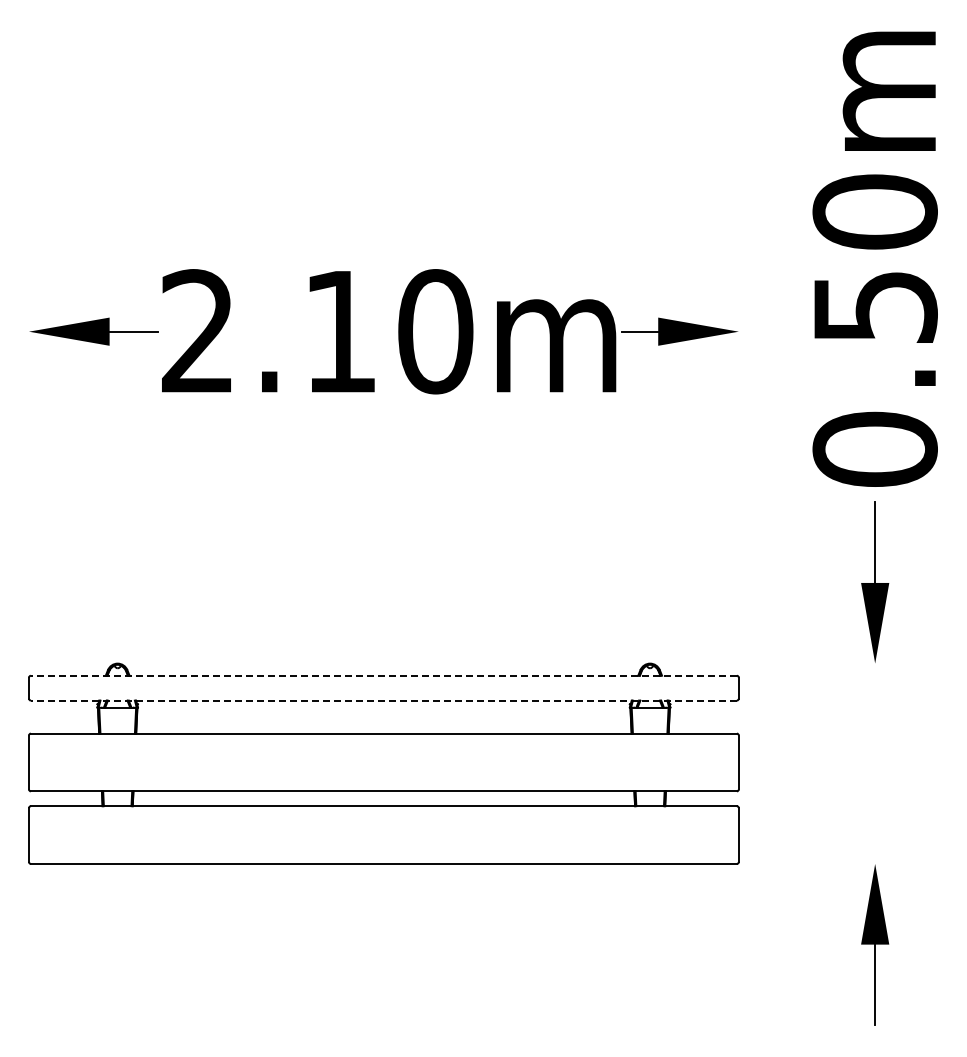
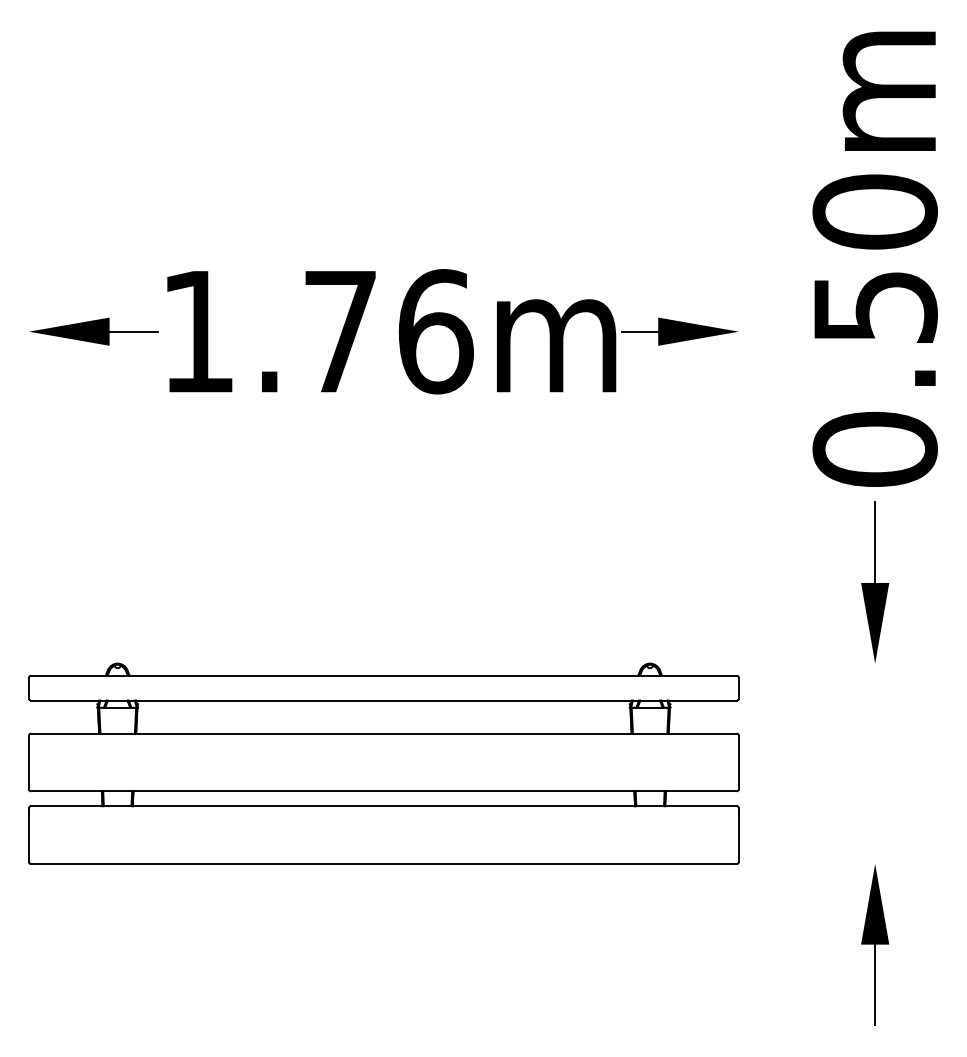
text at (317, 331): 2.10m -> 1.76m
line at (383, 675): dashed -> solid
line at (383, 700): dashed -> solid
